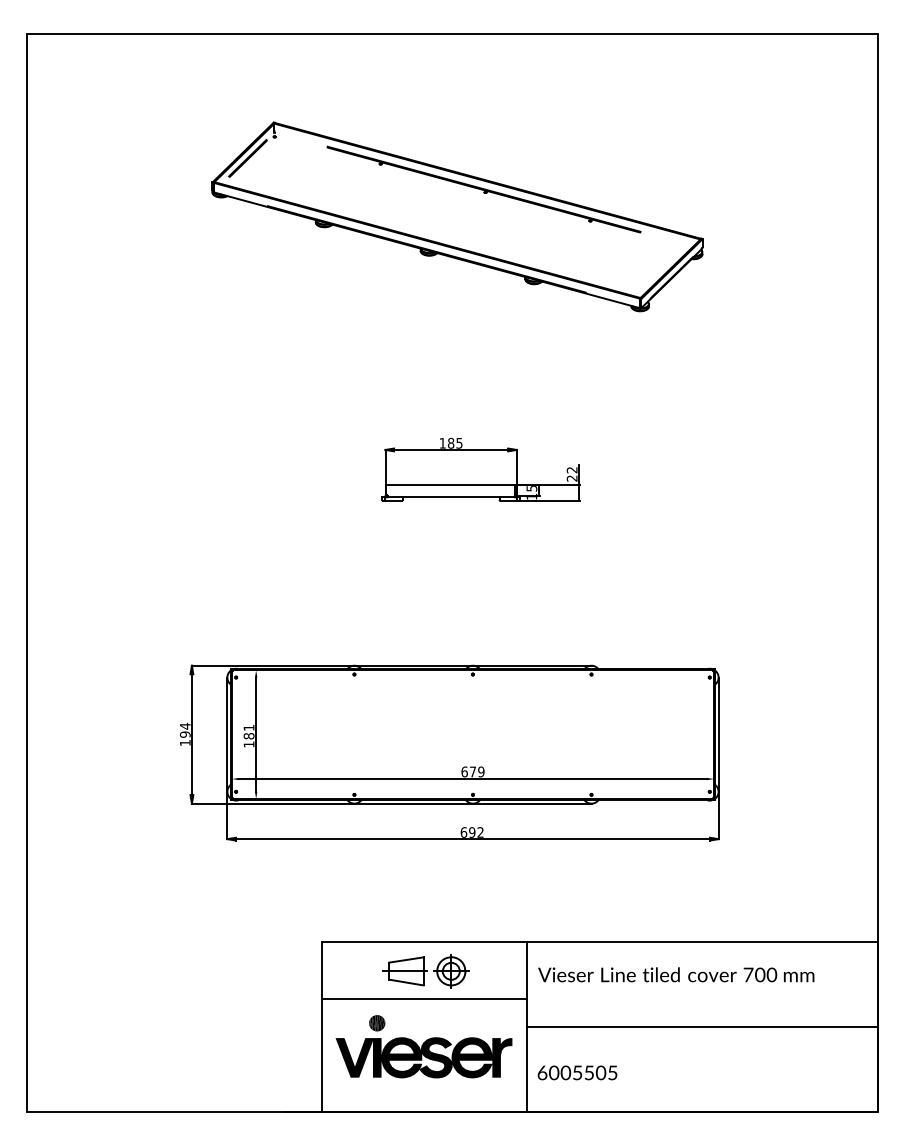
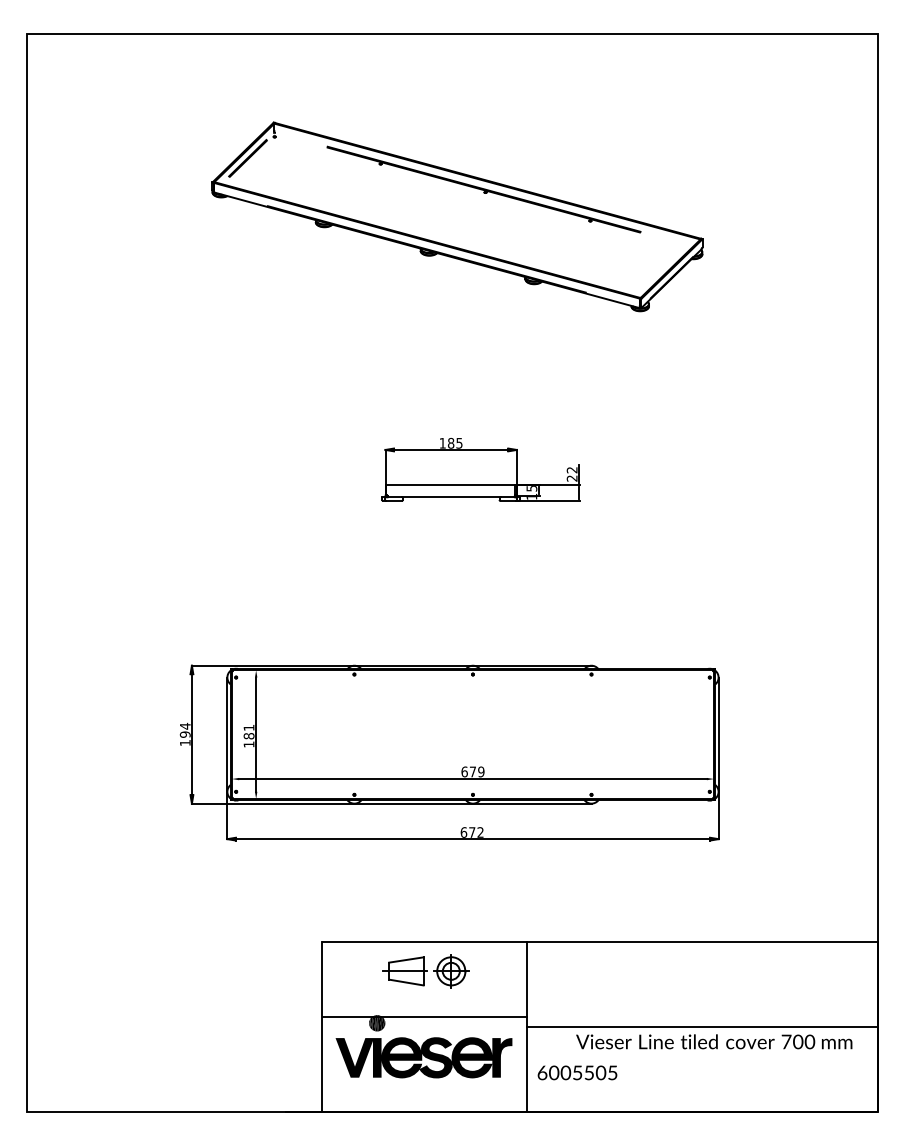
text at (472, 832): 692 -> 672
text at (676, 974) position: (676, 974) -> (714, 1041)
line at (424, 999) position: (424, 999) -> (424, 1017)
